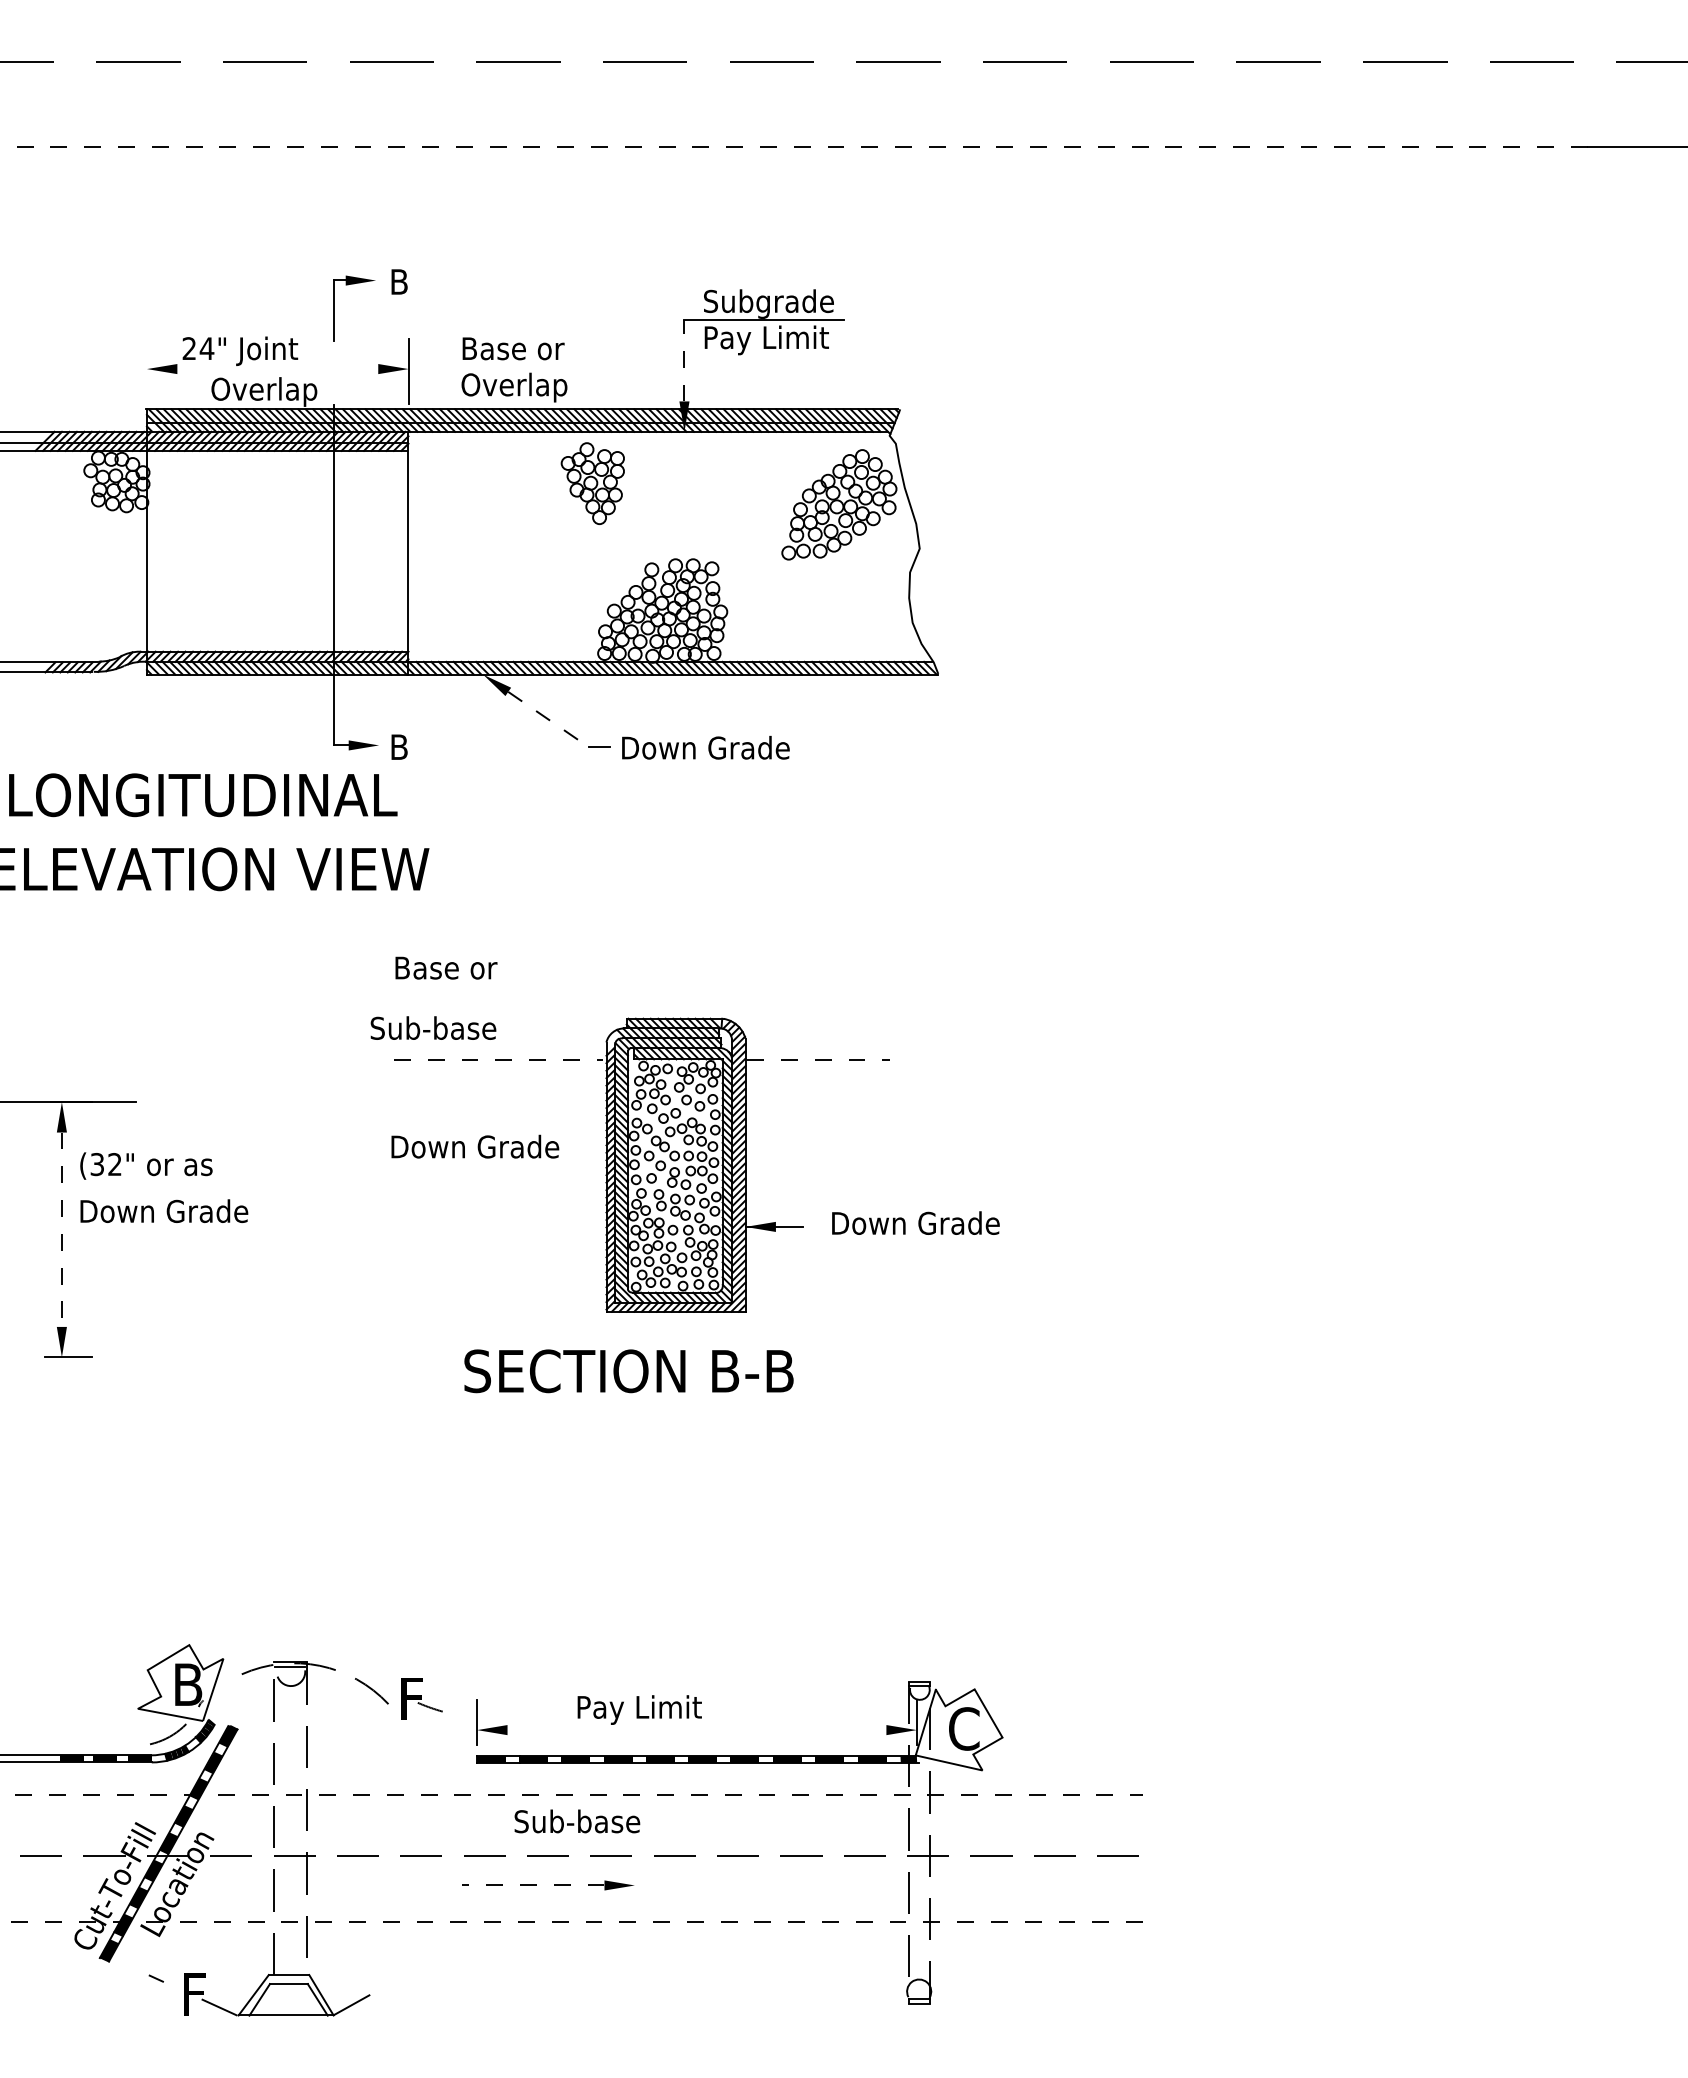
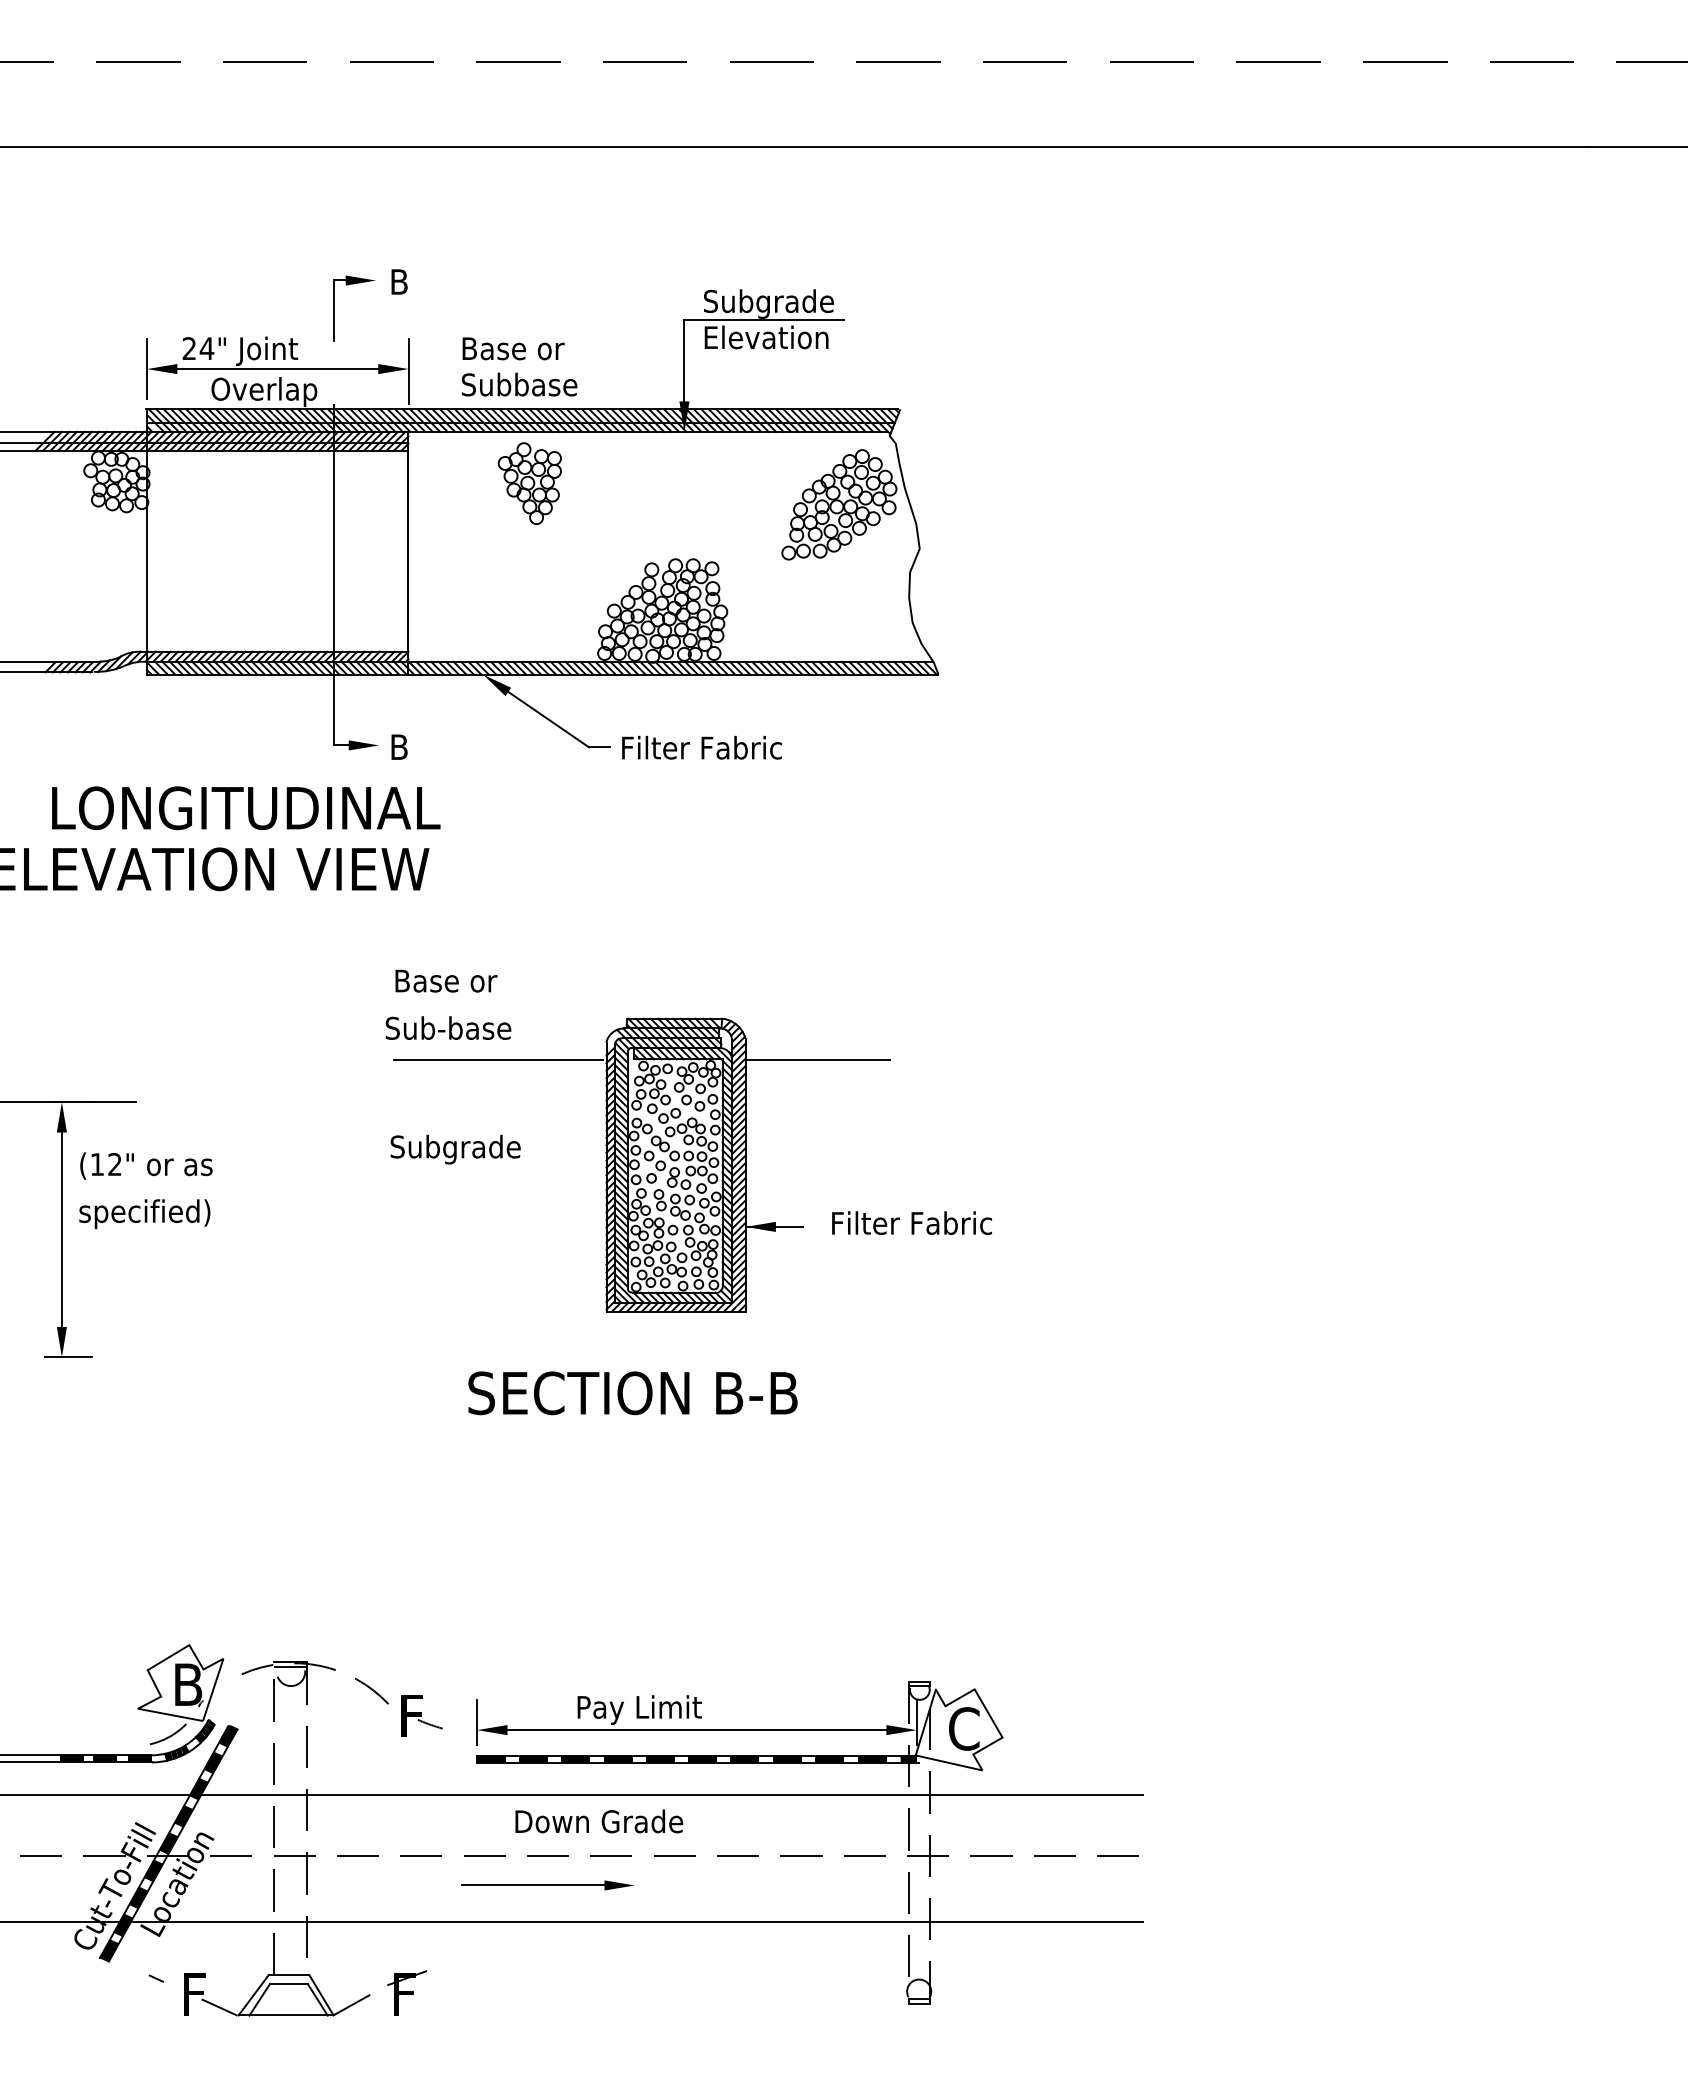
line at (793, 146): dashed -> solid
text at (767, 340): Pay Limit -> Elevation
line at (684, 360): dashed -> solid
line at (146, 368): none -> present
line at (277, 369): none -> present
text at (519, 387): Overlap -> Subbase
part at (592, 483) position: (592, 483) -> (529, 483)
line at (548, 719): dashed -> solid
text at (706, 747): Down Grade -> Filter Fabric
text at (203, 795) position: (203, 795) -> (246, 808)
text at (446, 967) position: (446, 967) -> (446, 980)
text at (433, 1027) position: (433, 1027) -> (448, 1027)
line at (498, 1059): dashed -> solid
line at (818, 1059): dashed -> solid
text at (474, 1149): Down Grade -> Subgrade
text at (96, 1164): (32" -> (12"
text at (163, 1214): Down Grade -> specified)
text at (916, 1222): Down Grade -> Filter Fabric
line at (61, 1230): dashed -> solid
text at (628, 1371) position: (628, 1371) -> (632, 1393)
part at (421, 1698) position: (421, 1698) -> (421, 1715)
line at (696, 1730): none -> present
line at (572, 1794): dashed -> solid
text at (598, 1821): Sub-base -> Down Grade
line at (532, 1885): dashed -> solid
line at (572, 1922): dashed -> solid
part at (407, 1992): none -> present
